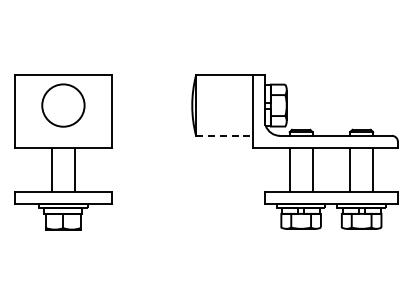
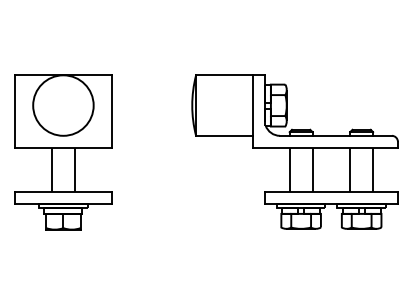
circle at (63, 105) diameter: 42 px -> 60 px
line at (224, 135): dashed -> solid
